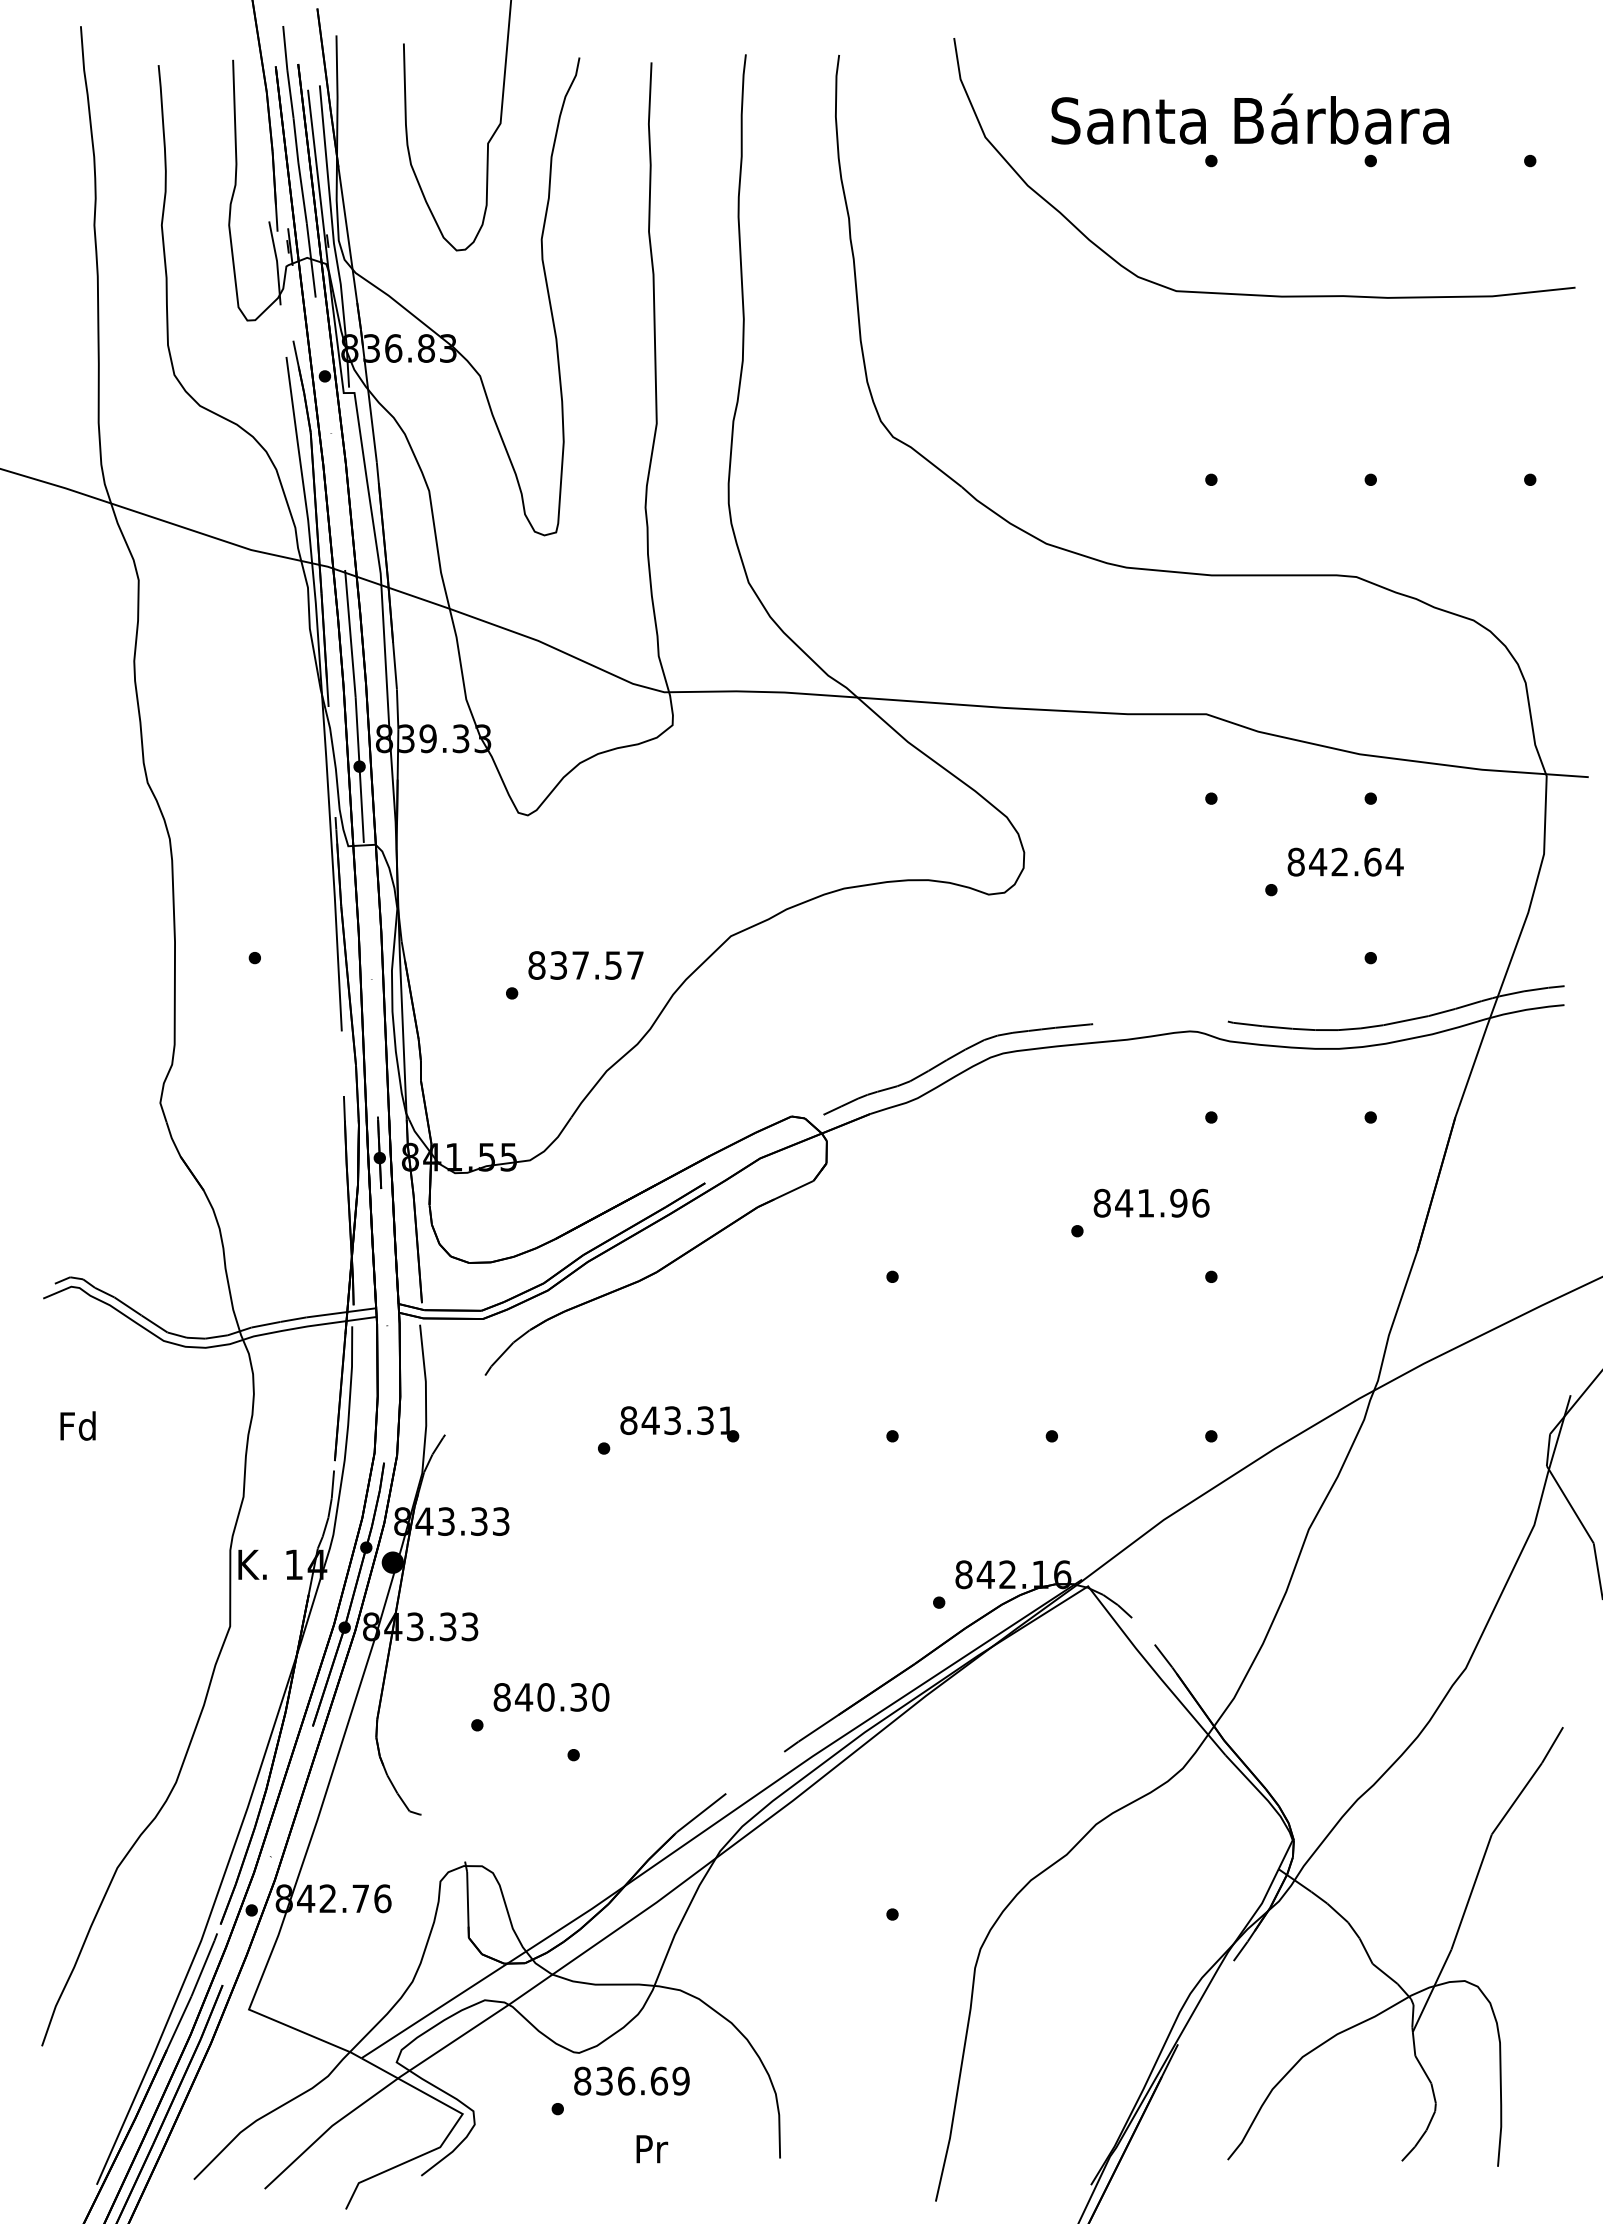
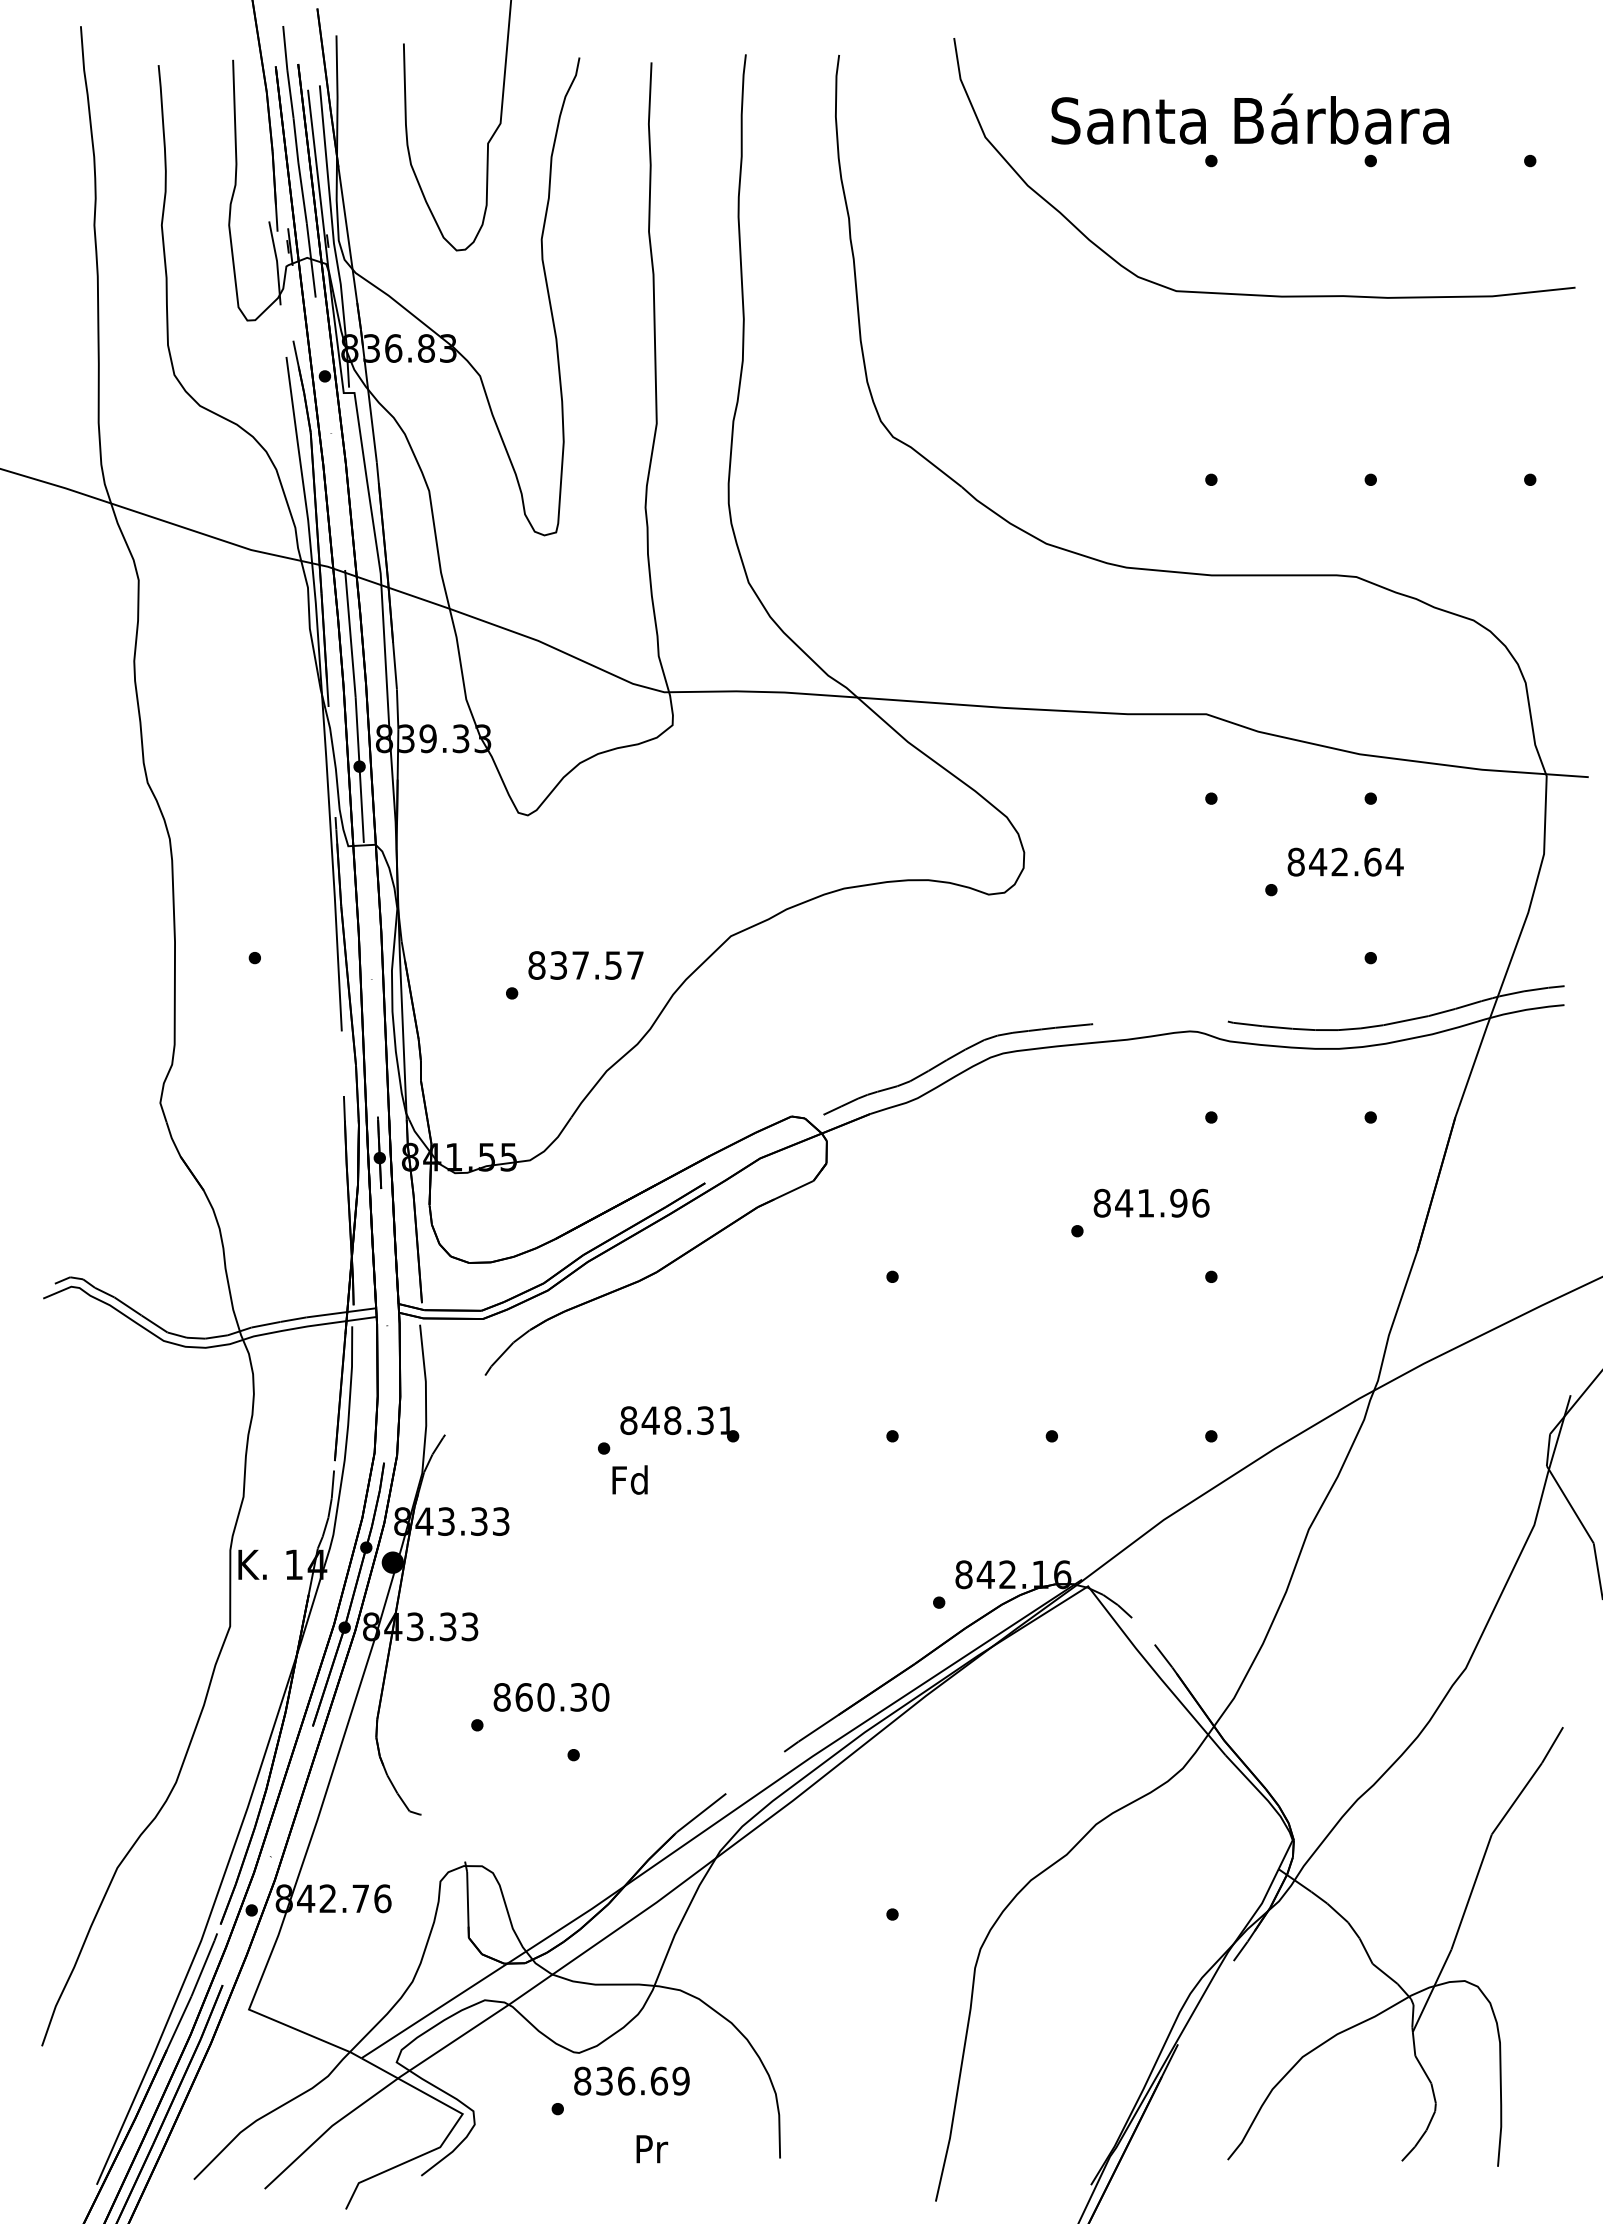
text at (672, 1420): 843.31 -> 848.31
text at (77, 1425) position: (77, 1425) -> (629, 1479)
text at (523, 1697): 840.30 -> 860.30
